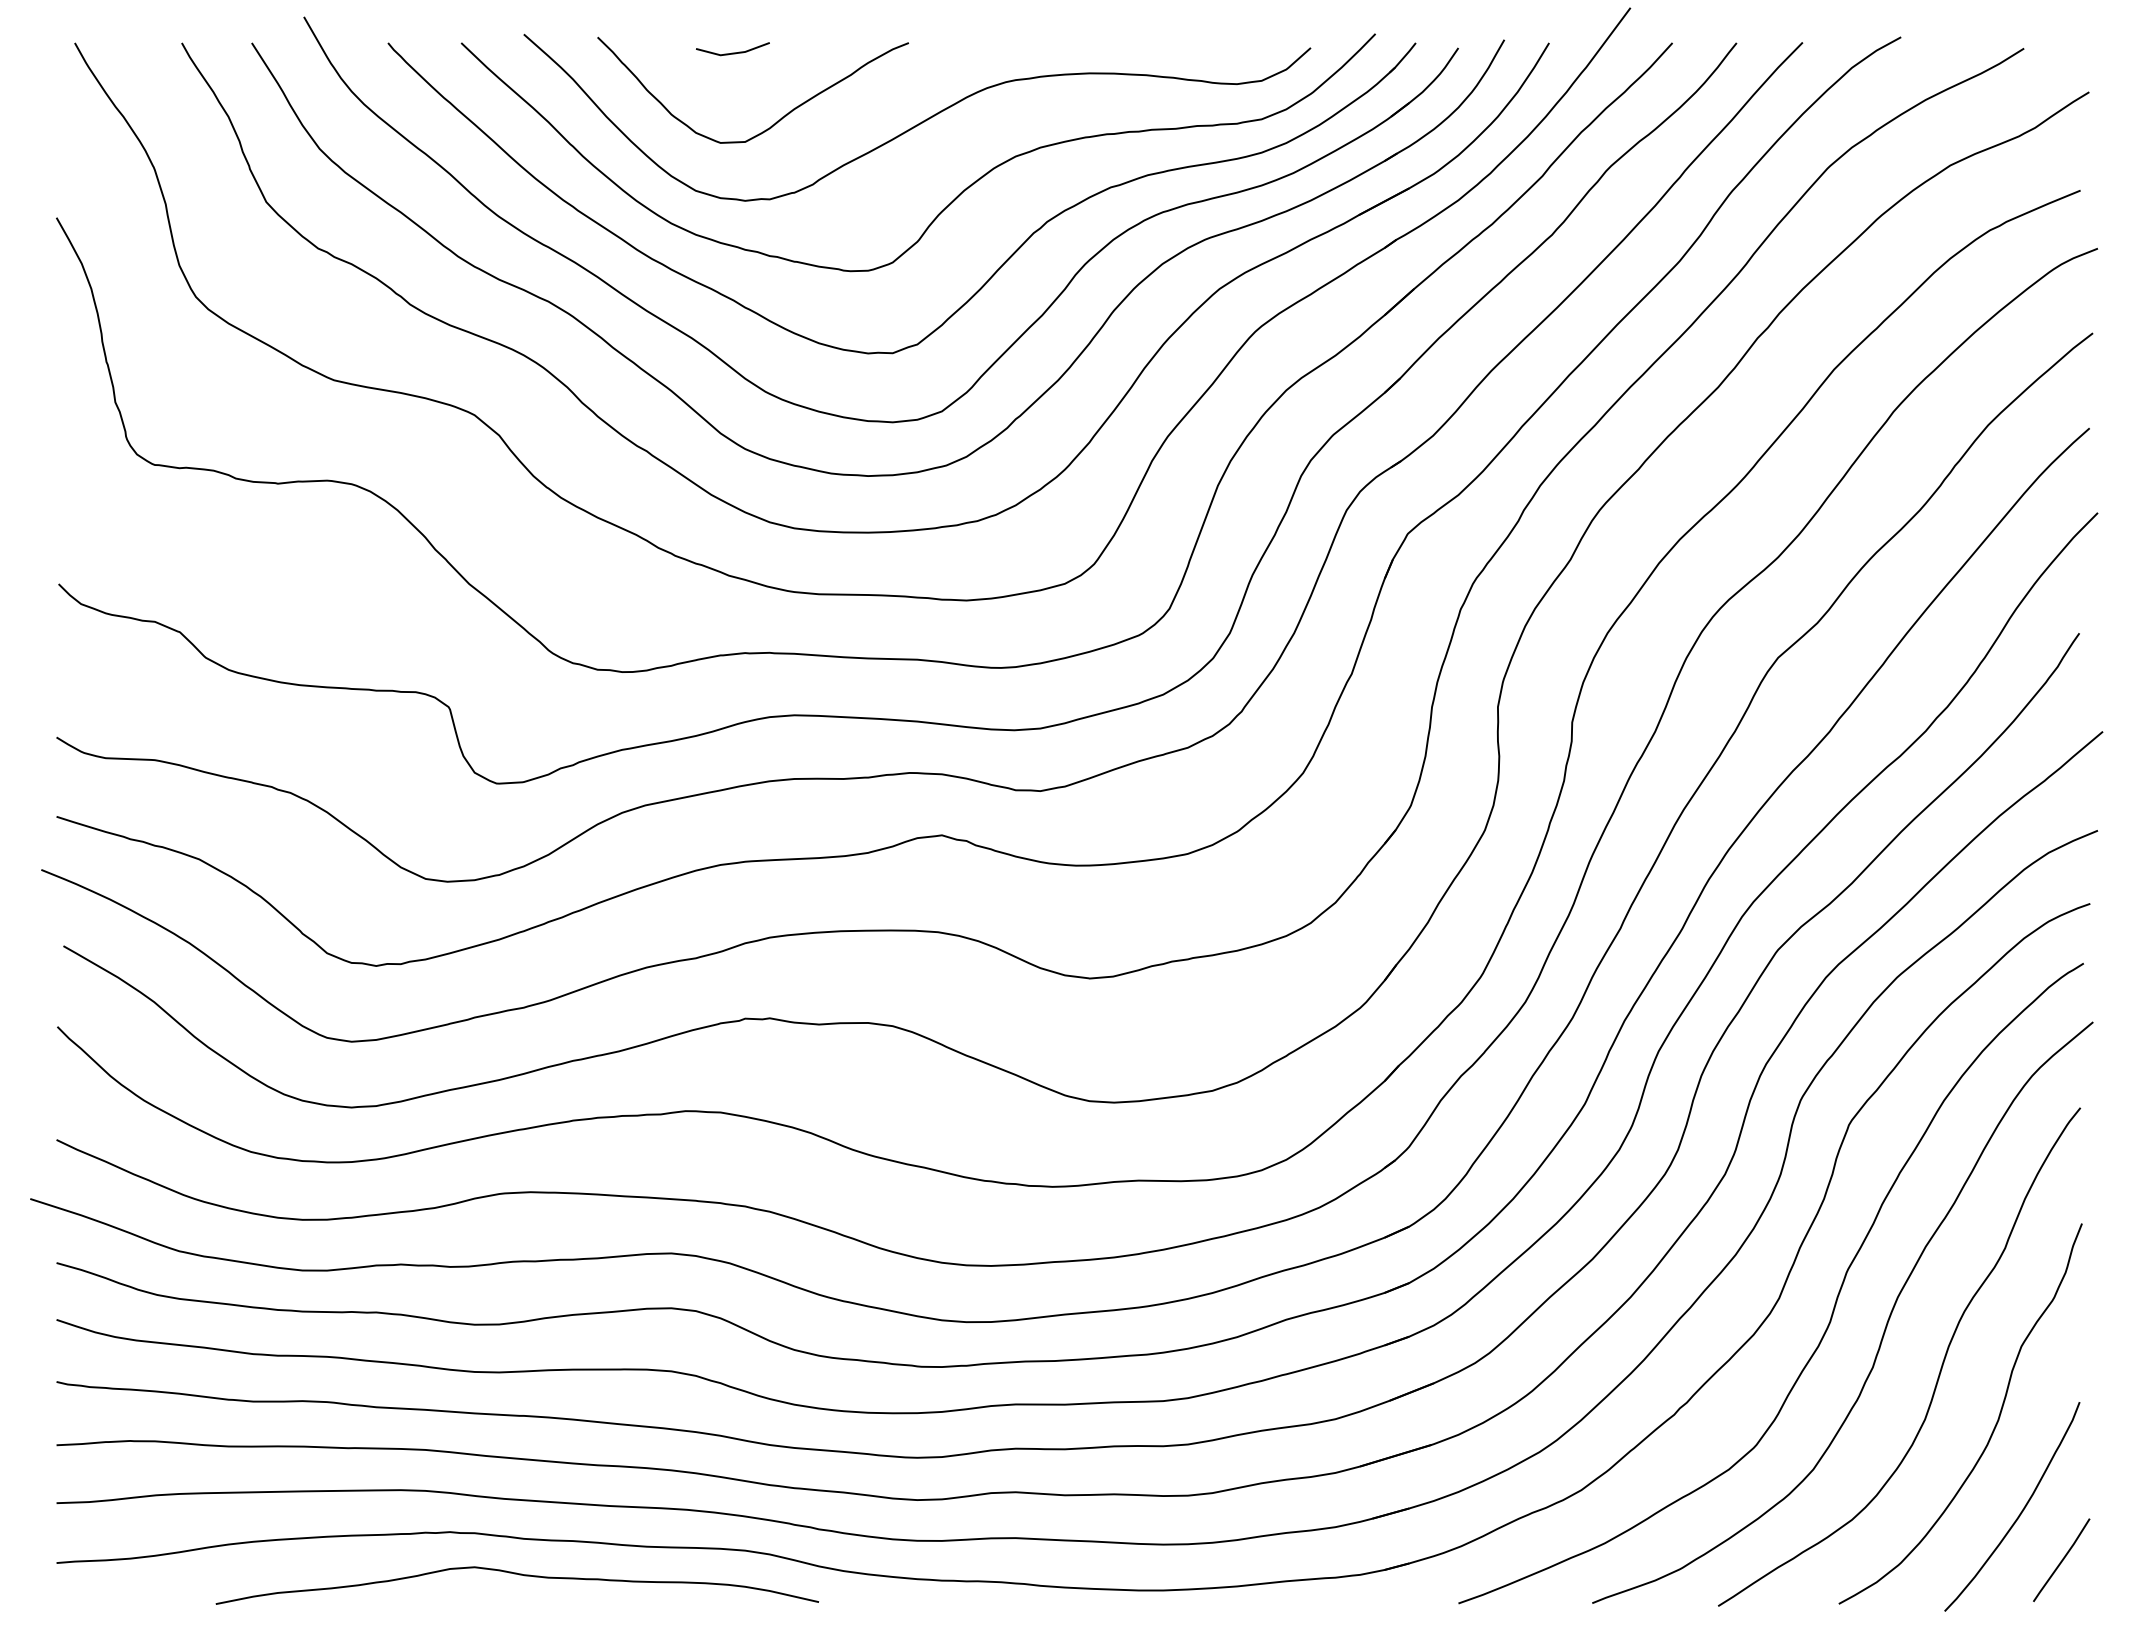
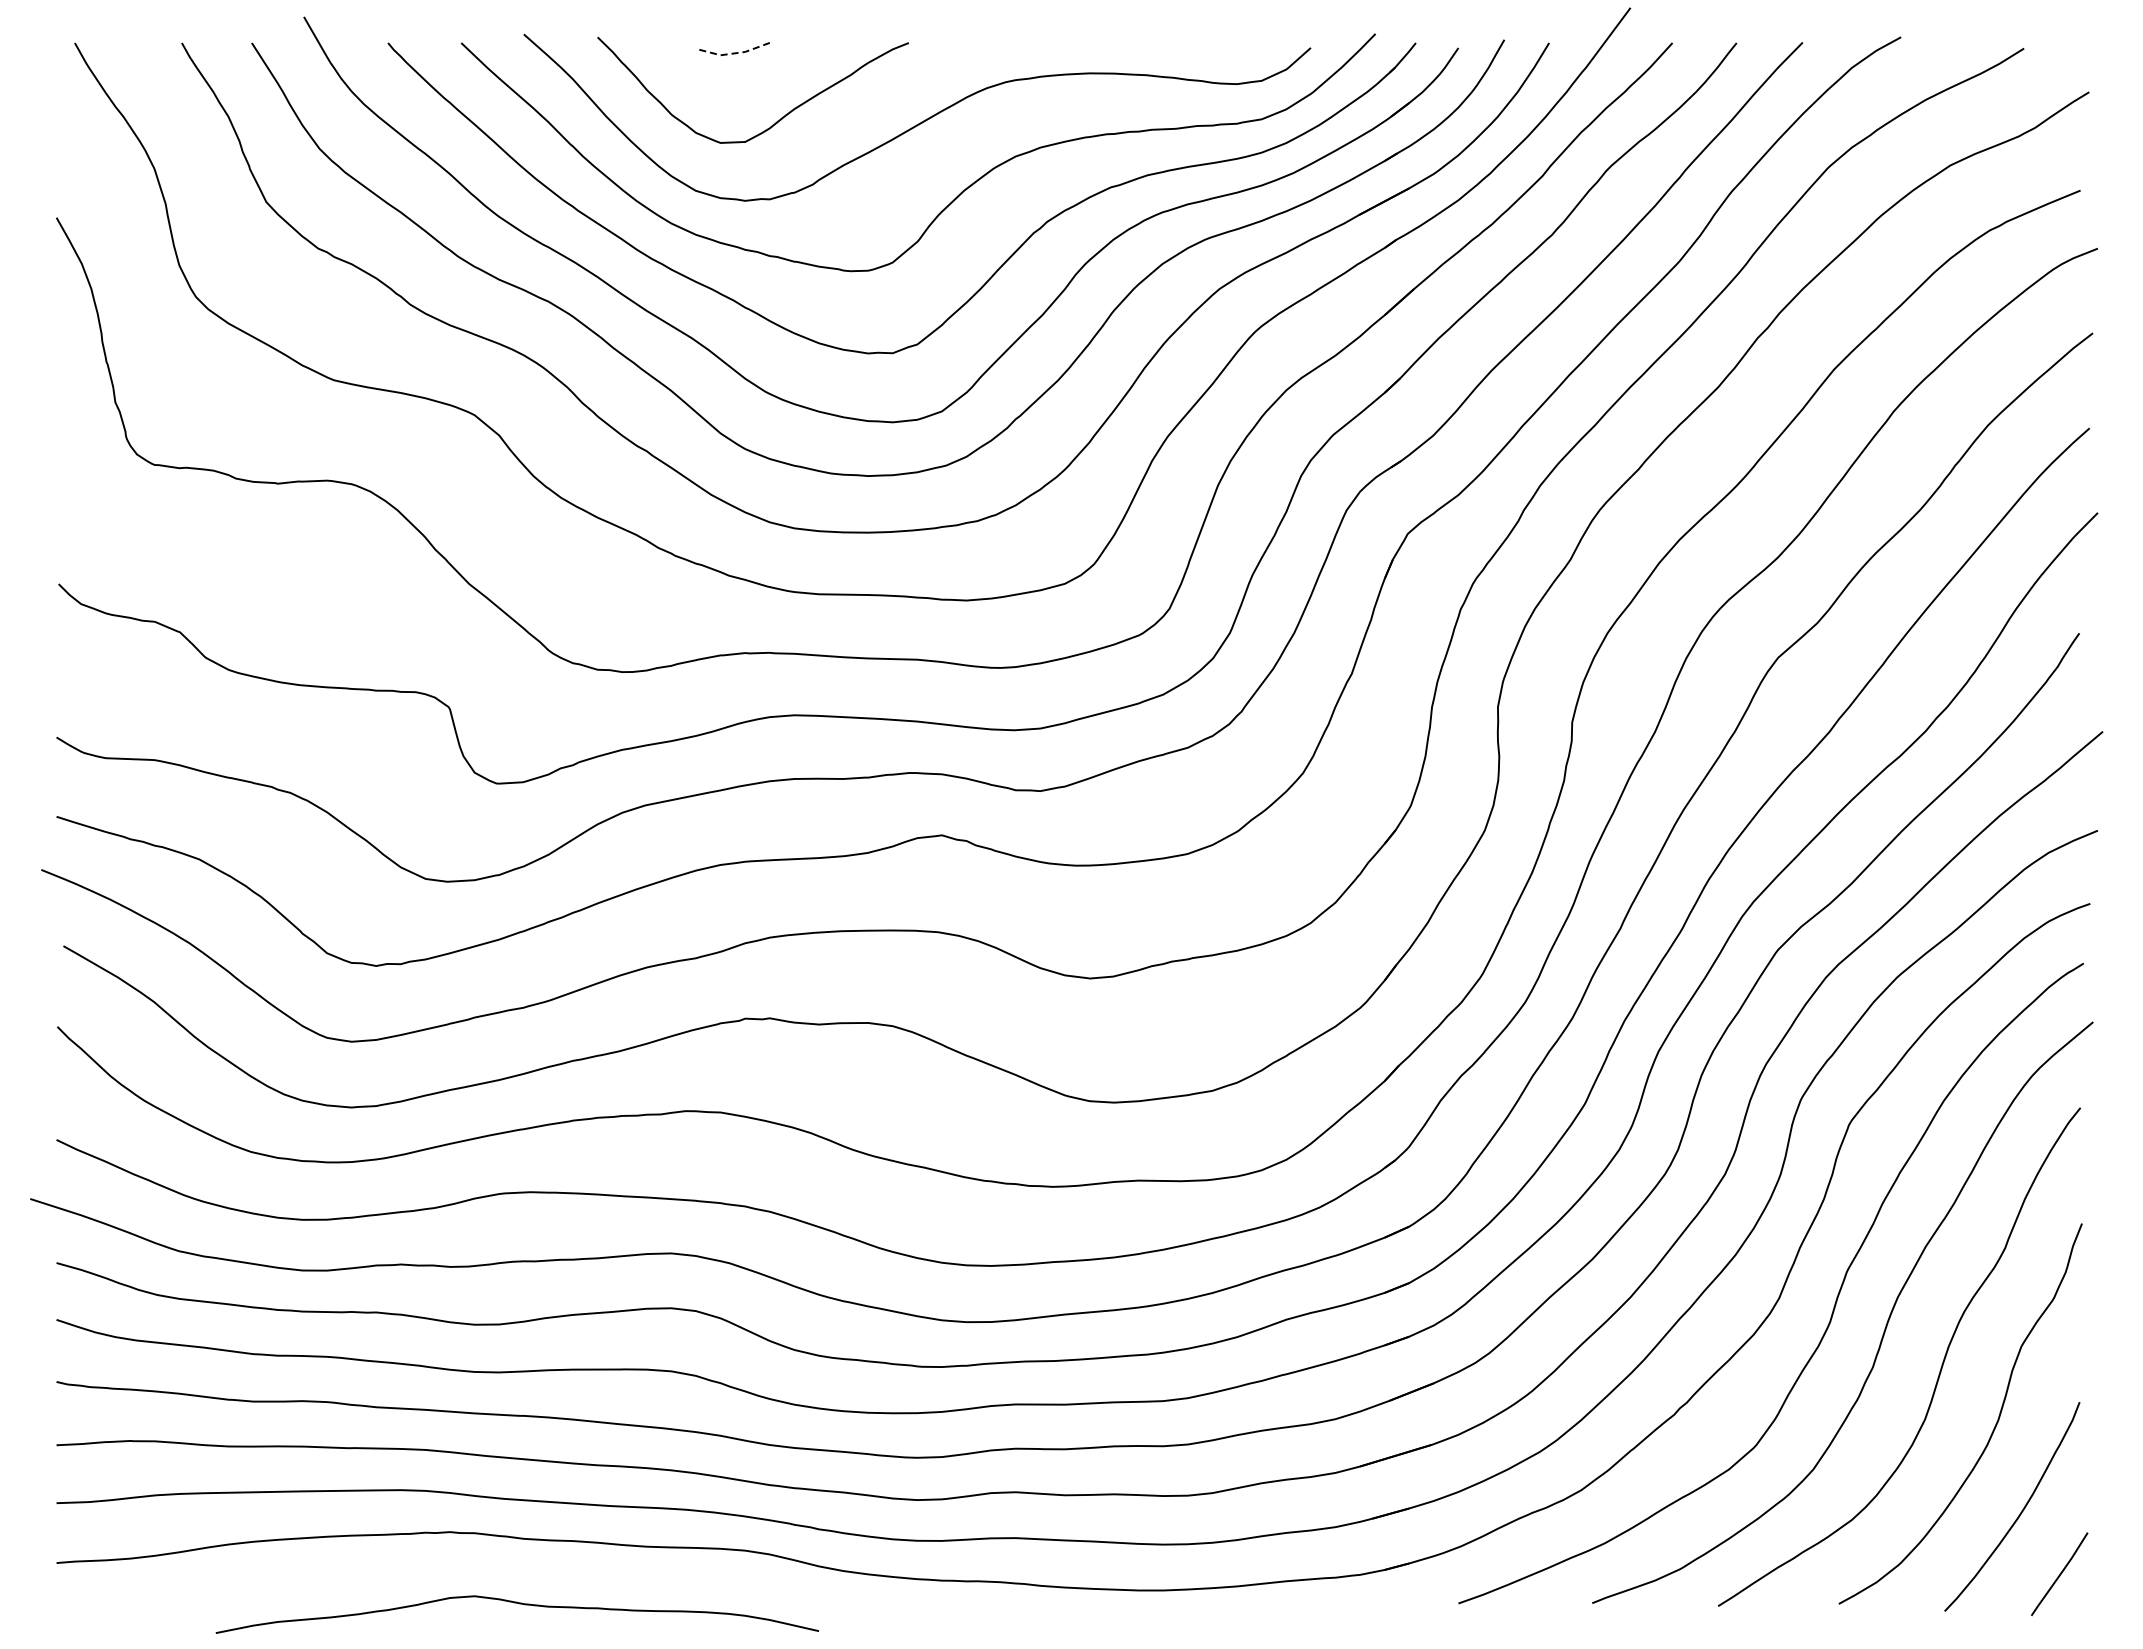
line at (733, 53): solid -> dashed
line at (2061, 1559) position: (2061, 1559) -> (2059, 1573)
curve at (519, 1575) position: (519, 1575) -> (519, 1604)
